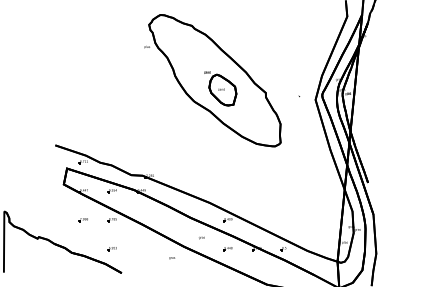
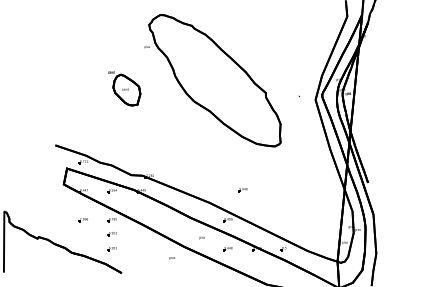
part at (220, 88) position: (220, 88) -> (124, 88)
part at (242, 190): none -> present
part at (111, 234): none -> present
